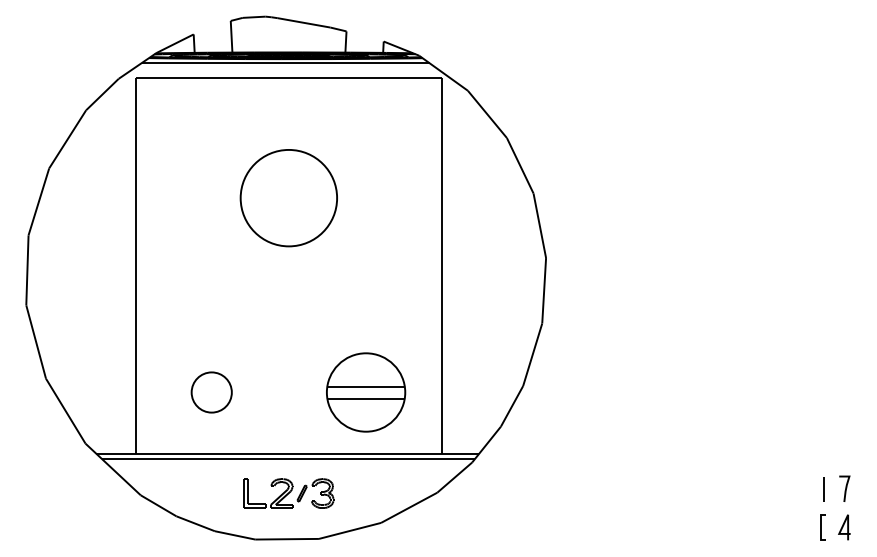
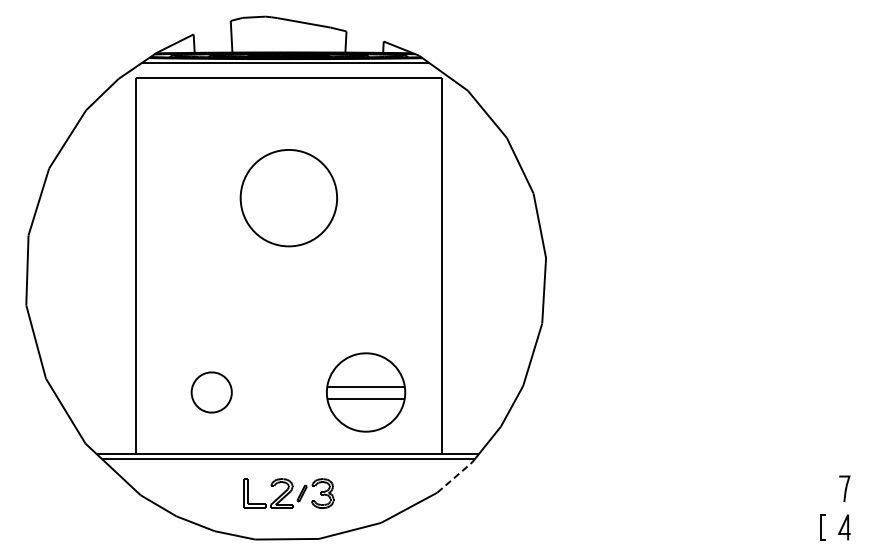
line at (455, 477): solid -> dashed
line at (823, 489): present -> none
